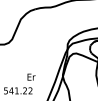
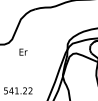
text at (31, 76) position: (31, 76) -> (23, 51)
